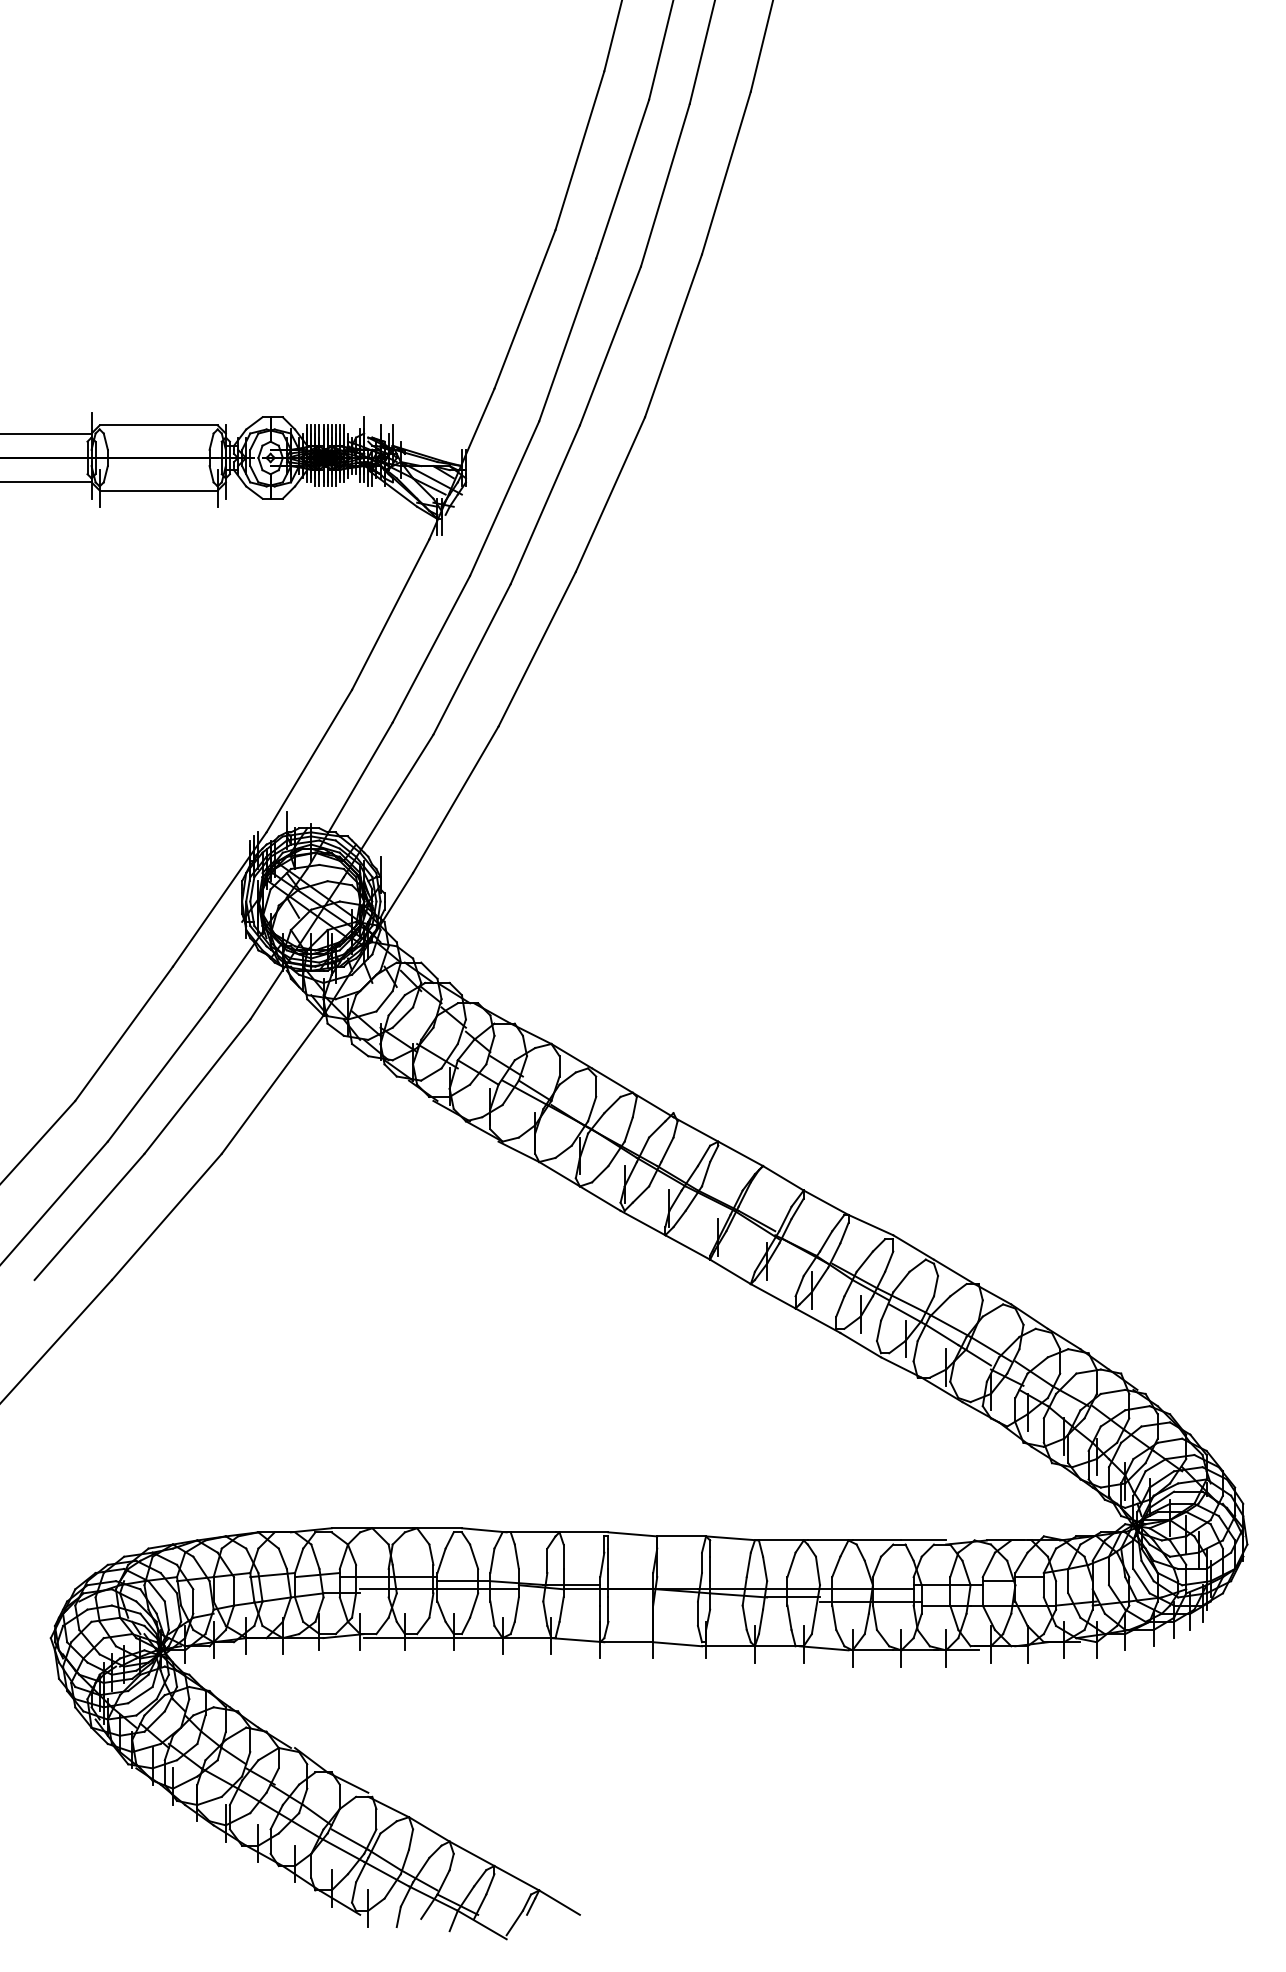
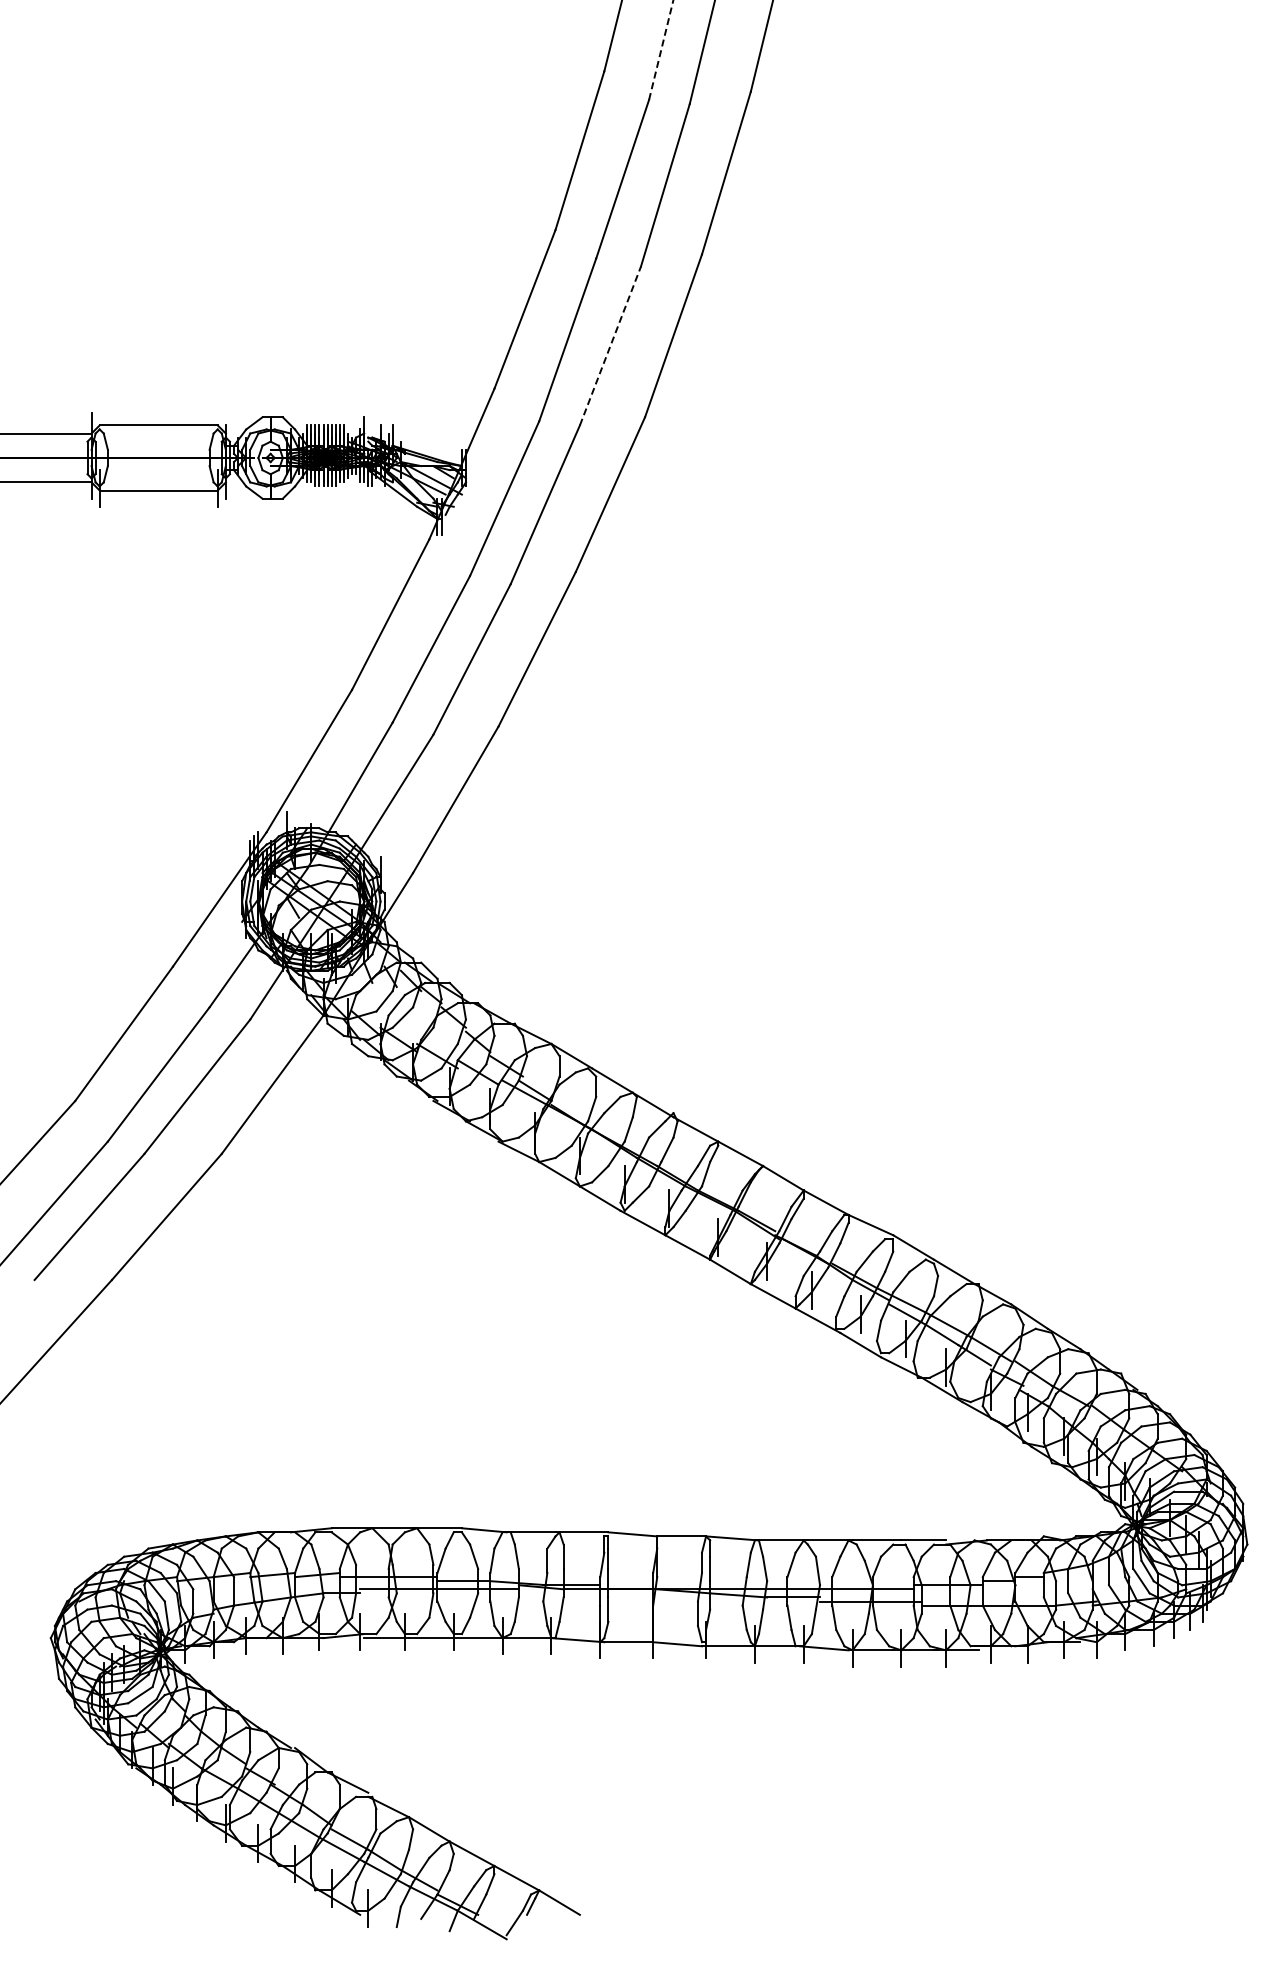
line at (661, 50): solid -> dashed
line at (610, 345): solid -> dashed
